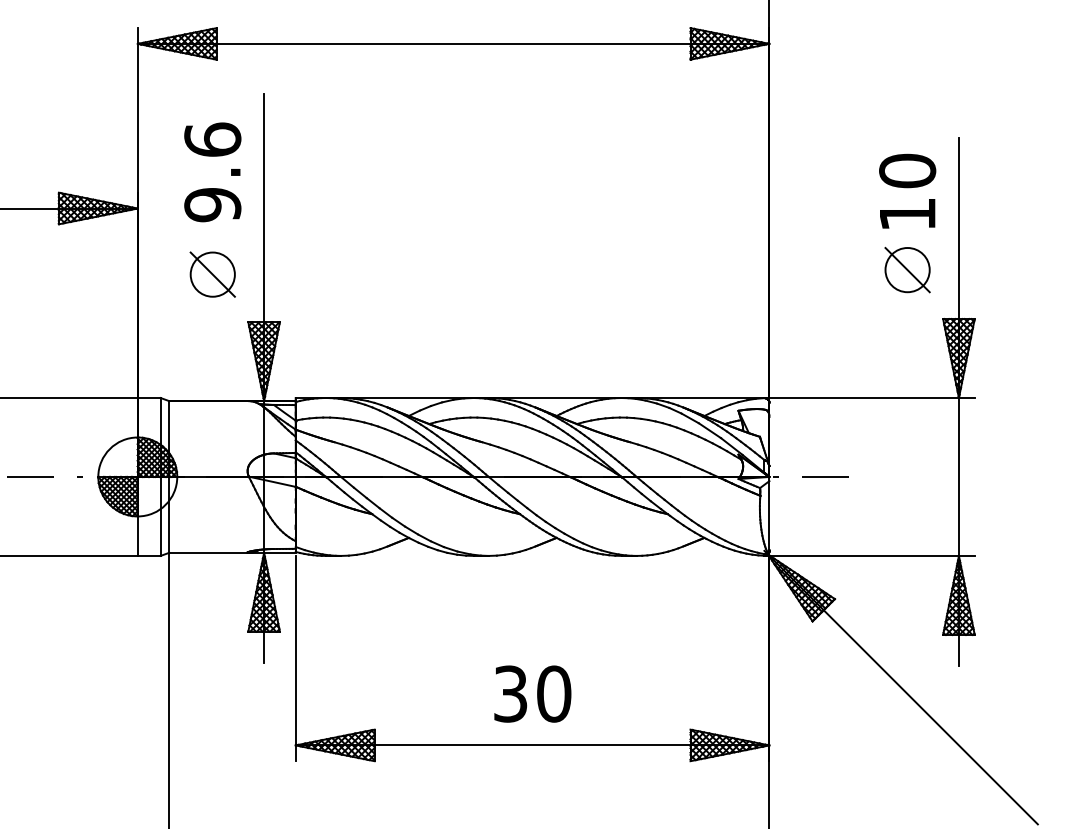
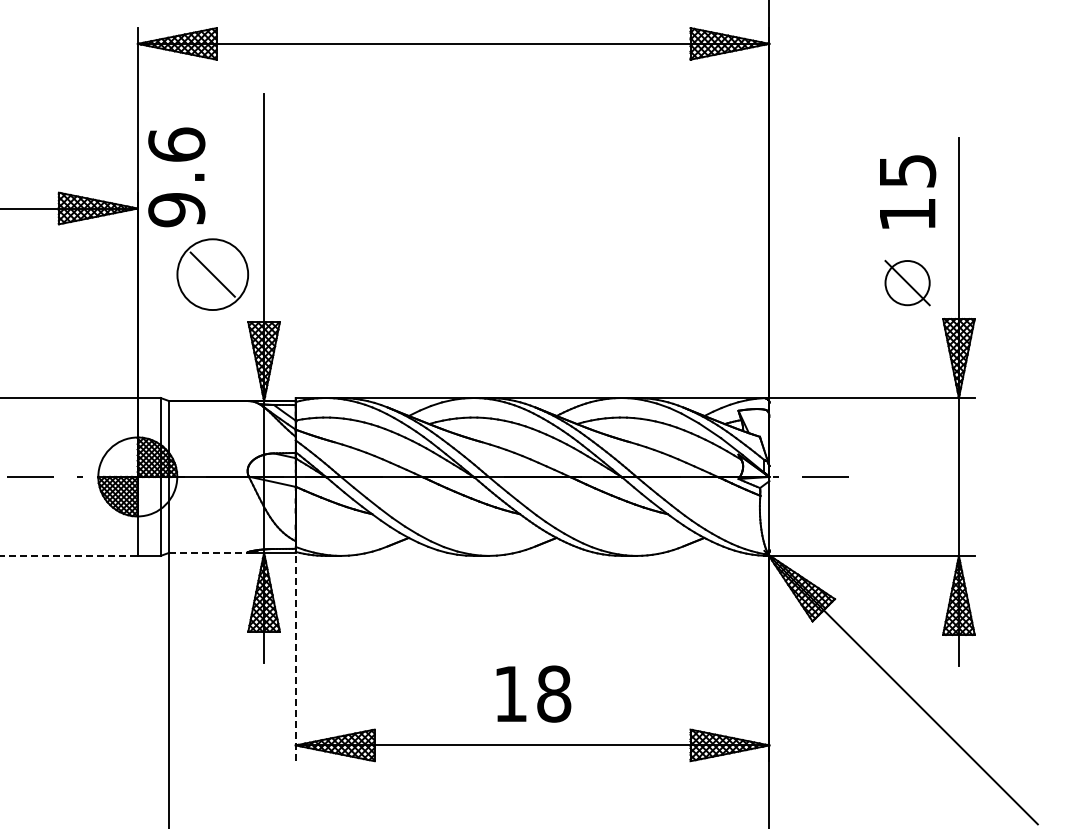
text at (907, 170): 10 -> 15
text at (212, 172) position: (212, 172) -> (176, 177)
part at (907, 269) position: (907, 269) -> (907, 282)
circle at (212, 274) diameter: 44 px -> 71 px
line at (209, 552): solid -> dashed
line at (69, 555): solid -> dashed
line at (295, 658): solid -> dashed
text at (532, 693): 30 -> 18
